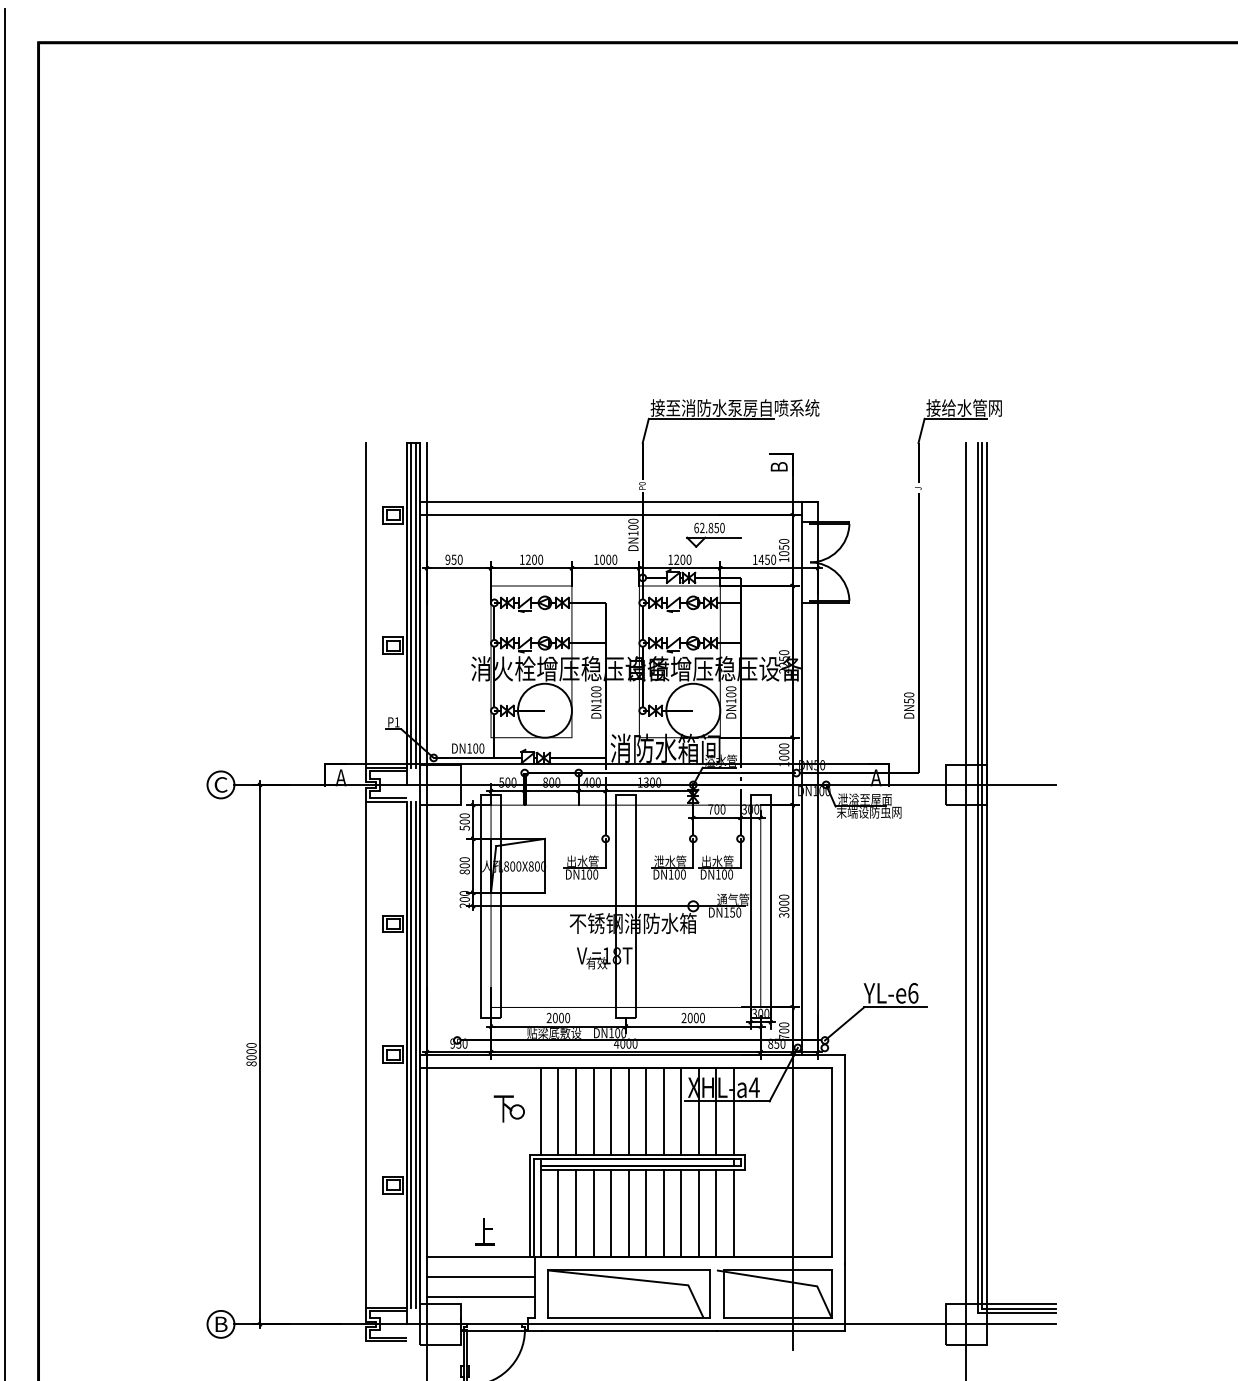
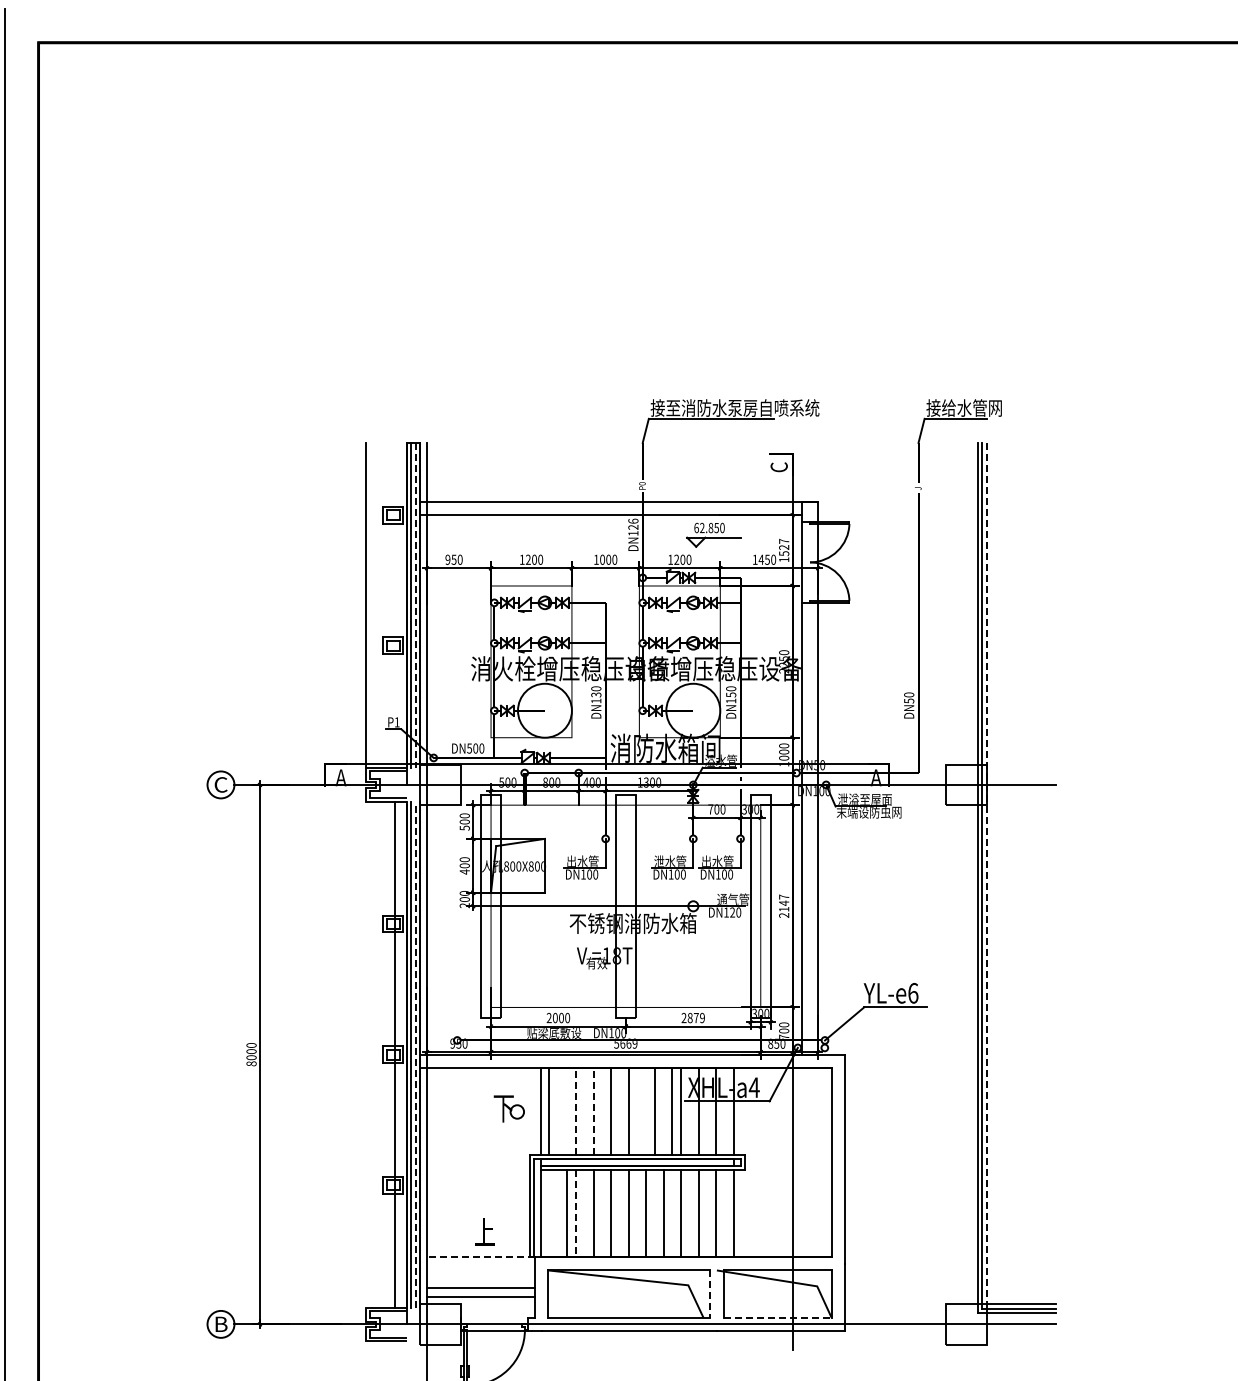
text at (778, 467): B -> C
text at (633, 523): DN100 -> DN126
text at (784, 547): 1050 -> 1527
line at (415, 605): solid -> dashed
text at (596, 694): DN100 -> DN130
text at (731, 694): DN100 -> DN150
text at (469, 748): DN100 -> DN500
text at (464, 871): 800 -> 400
line at (986, 873): solid -> dashed
text at (784, 905): 3000 -> 2147
line at (966, 909): present -> none
text at (732, 912): DN150 -> DN120
text at (695, 1017): 2000 -> 2879
text at (625, 1043): 4000 -> 5669
line at (366, 1054) position: (366, 1054) -> (395, 1054)
line at (415, 1054): solid -> dashed
line at (558, 1111) position: (558, 1111) -> (549, 1111)
line at (575, 1111): solid -> dashed
line at (593, 1111): solid -> dashed
line at (646, 1111) position: (646, 1111) -> (655, 1111)
line at (663, 1111) position: (663, 1111) -> (671, 1111)
line at (558, 1212) position: (558, 1212) -> (567, 1212)
line at (575, 1213): solid -> dashed
line at (480, 1256): solid -> dashed
line at (480, 1277) position: (480, 1277) -> (480, 1288)
line at (710, 1294): solid -> dashed
line at (777, 1317): solid -> dashed
